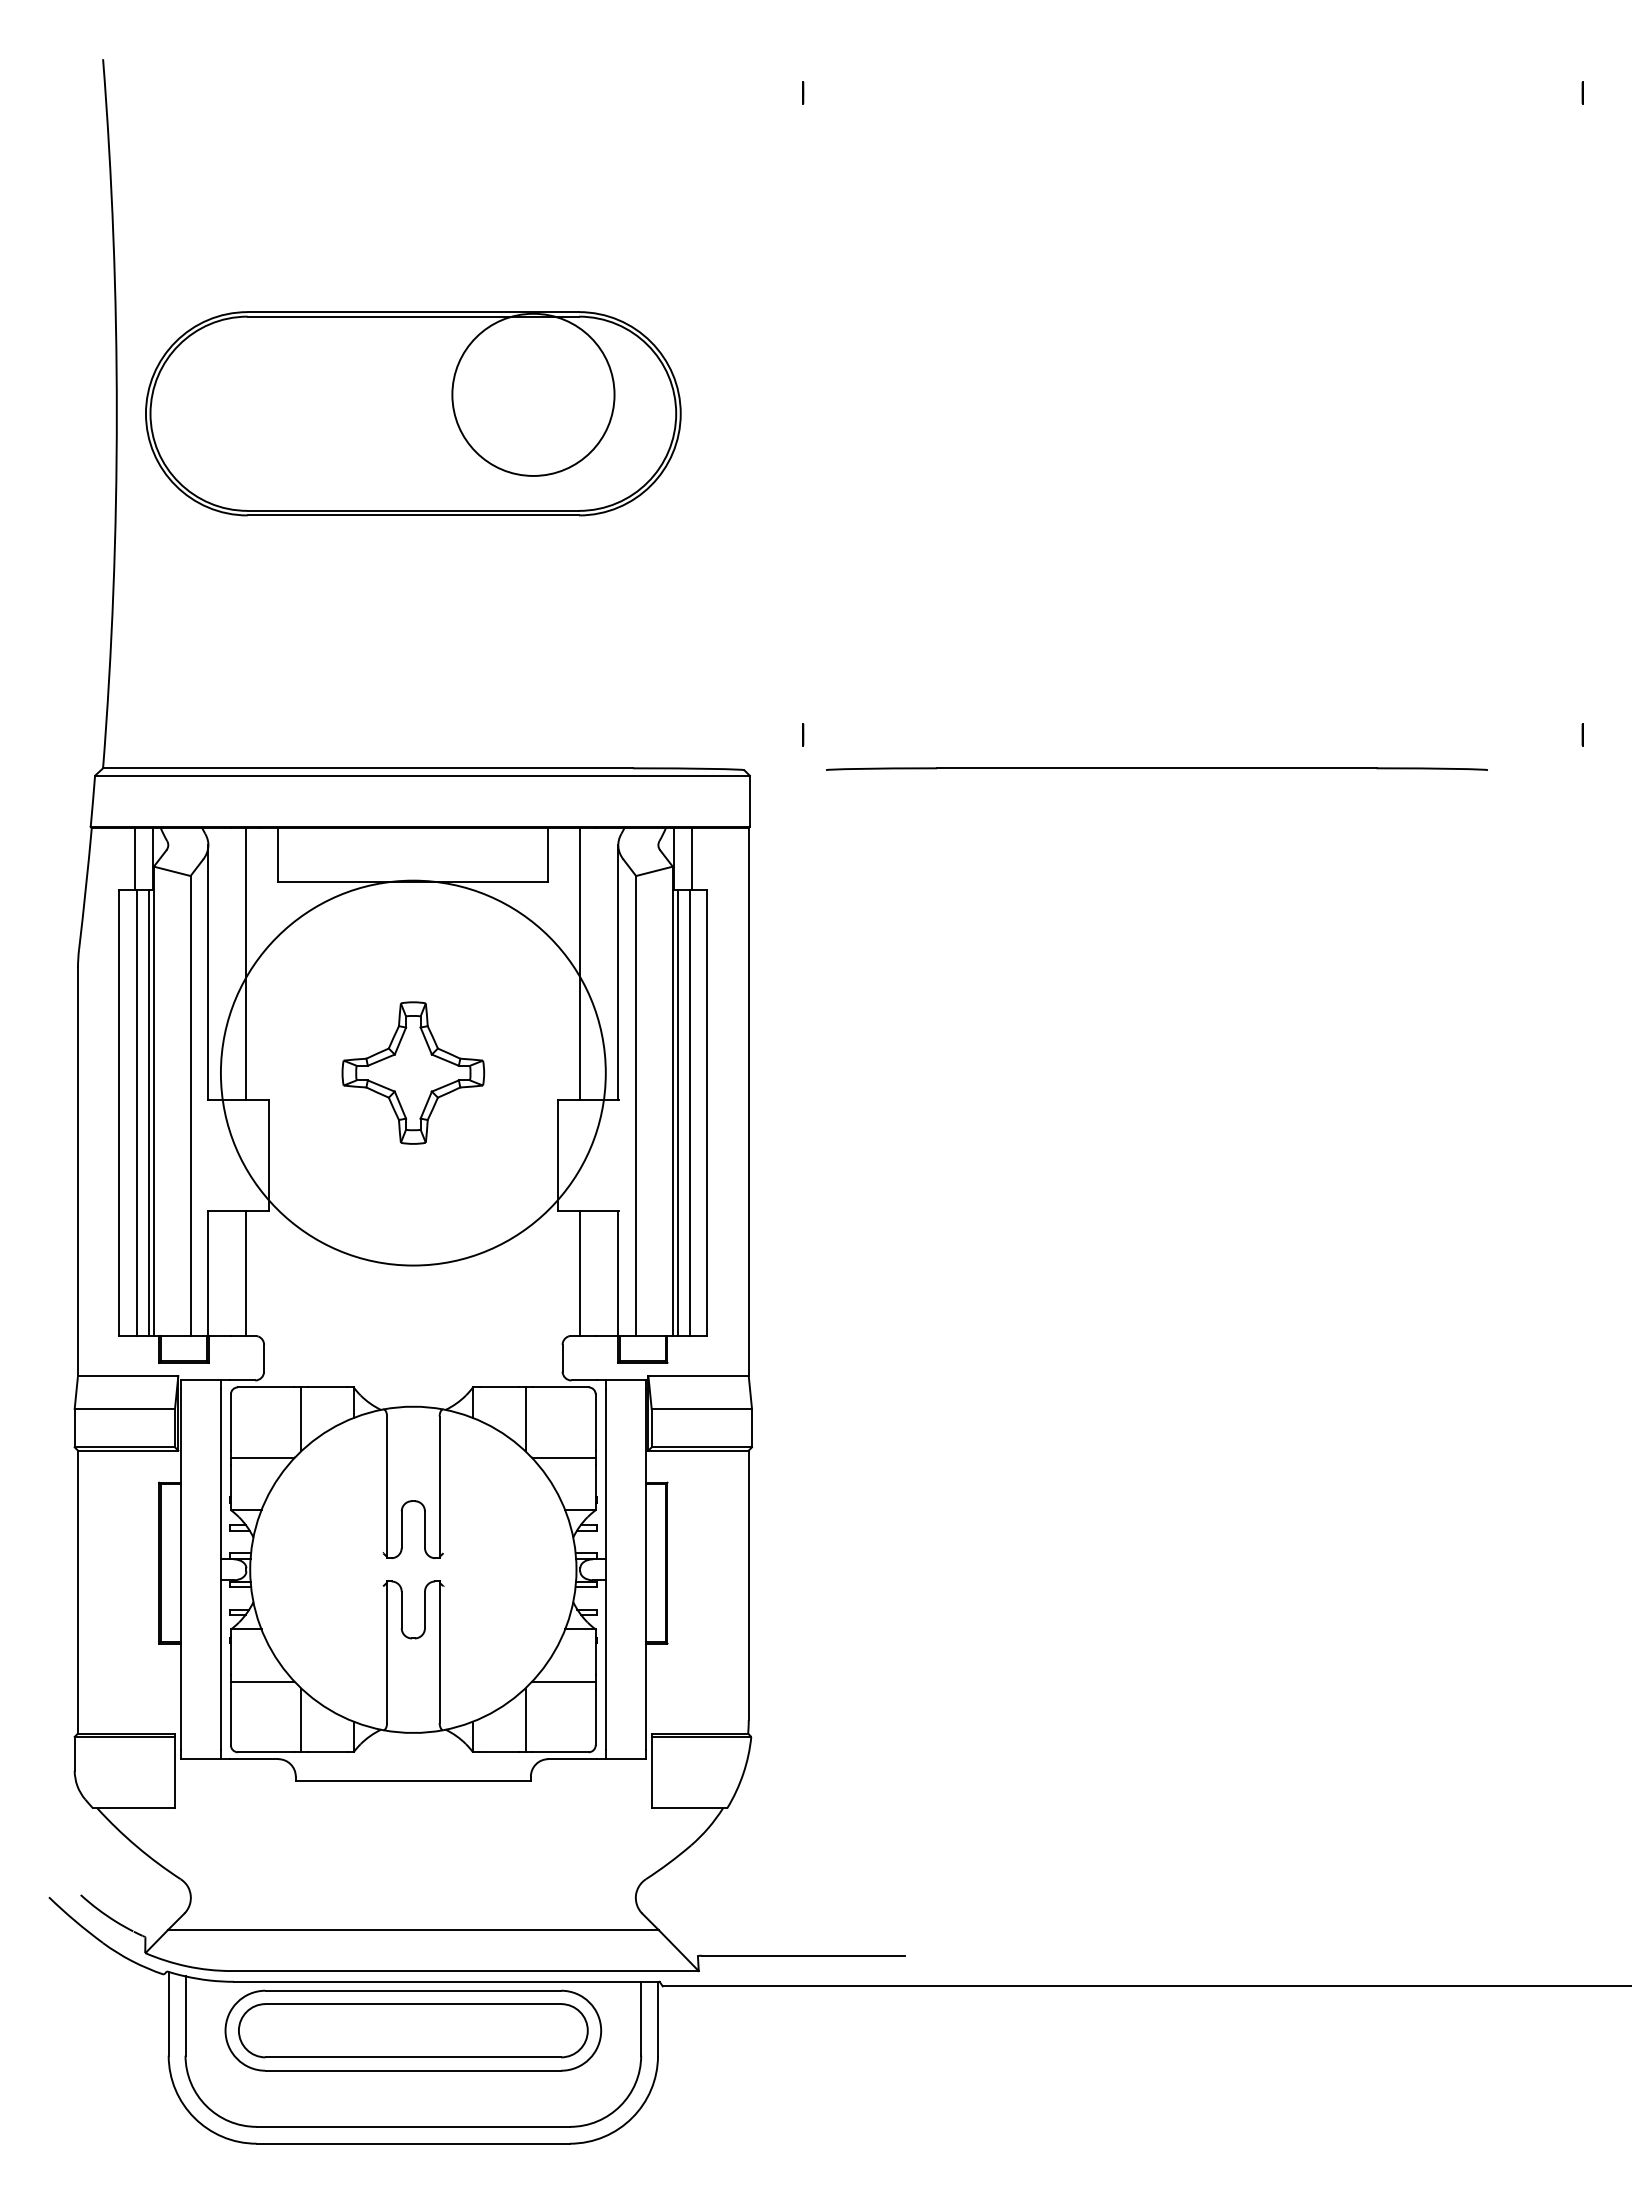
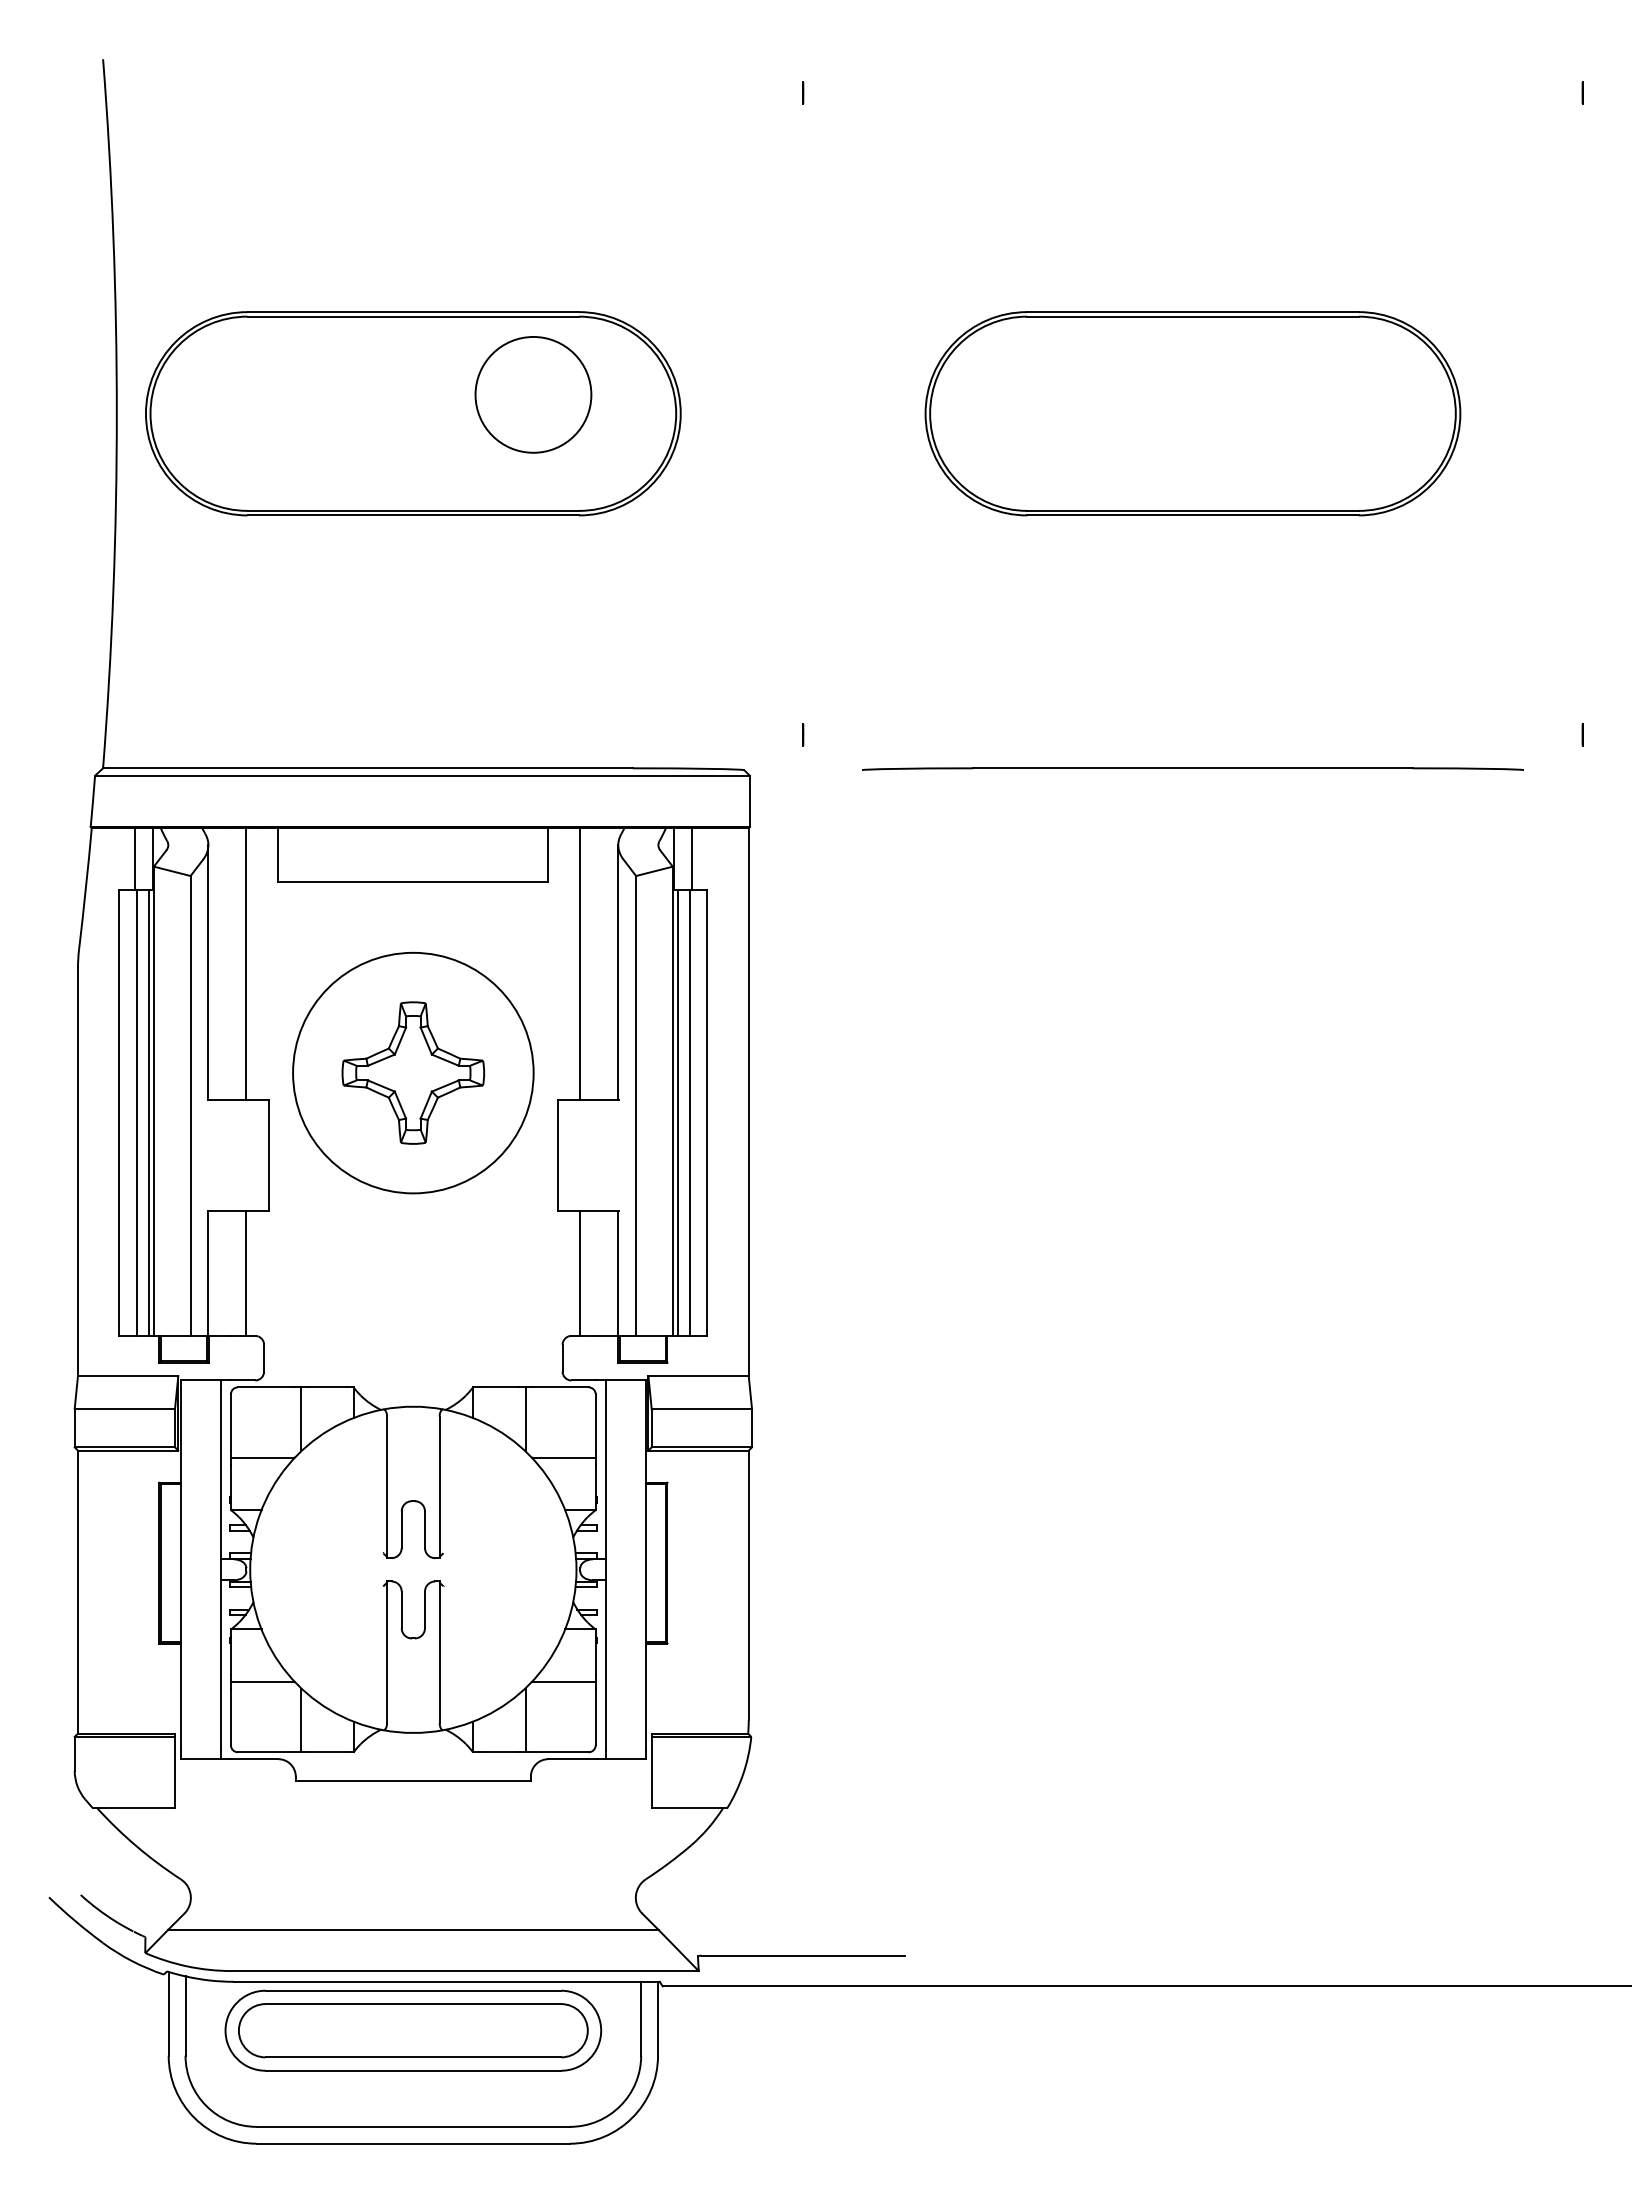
circle at (533, 394) diameter: 162 px -> 116 px
part at (1192, 413): none -> present
part at (1156, 768) position: (1156, 768) -> (1192, 768)
circle at (412, 1072) diameter: 385 px -> 241 px
